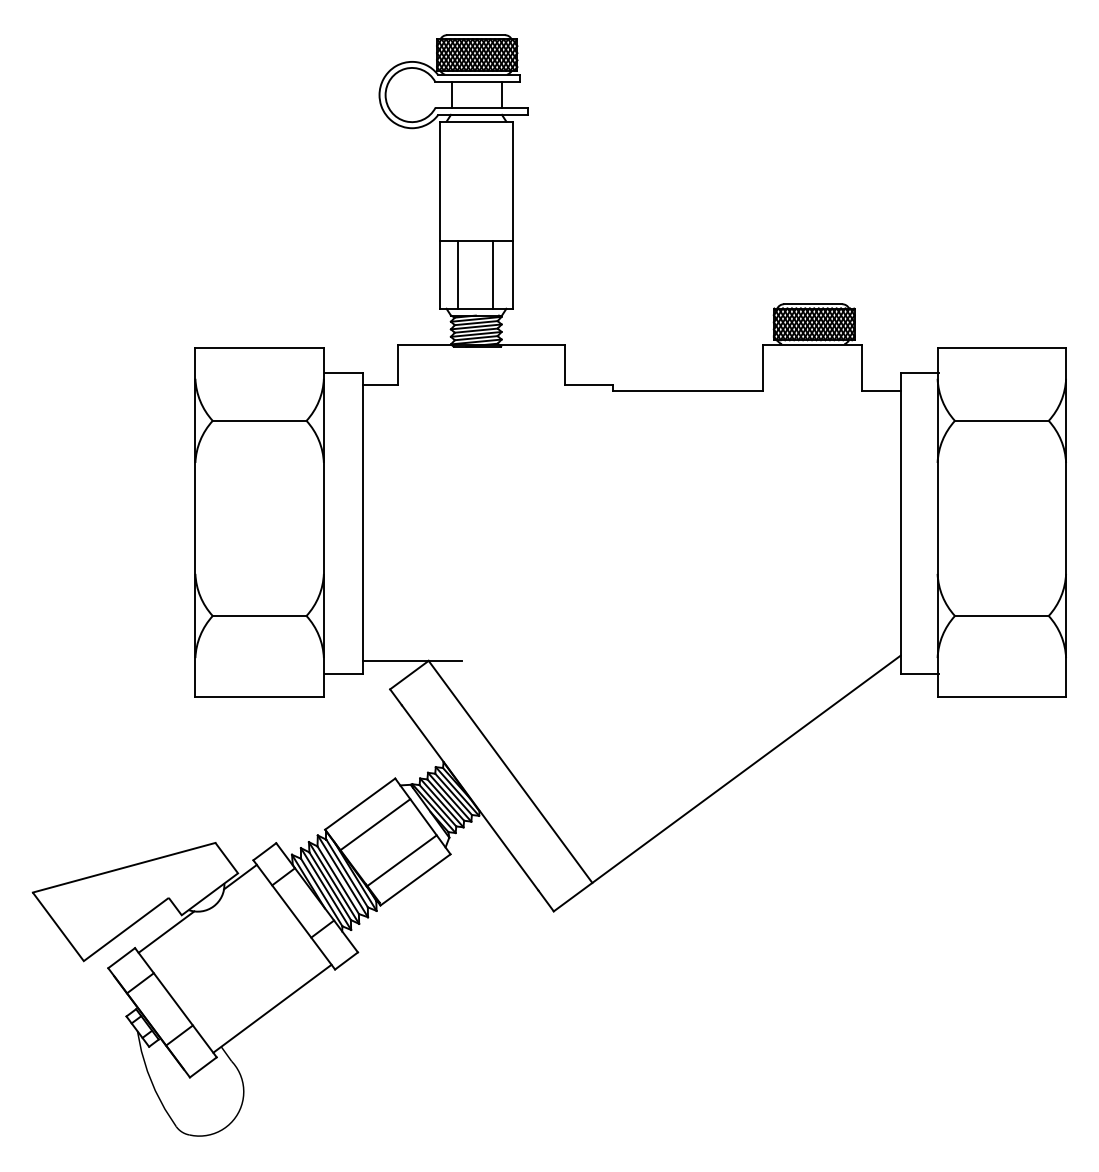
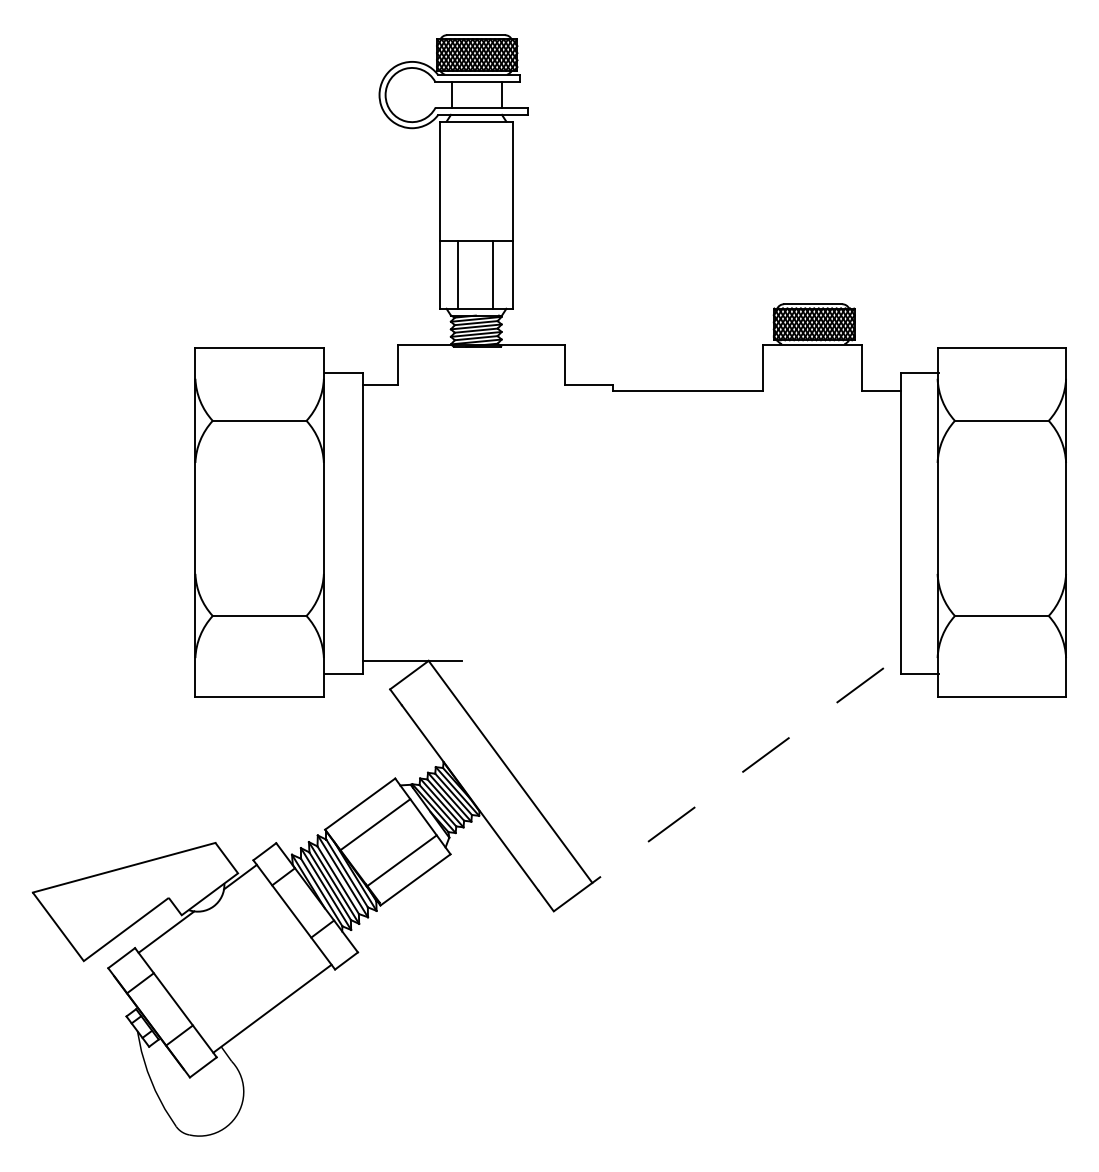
line at (727, 783): solid -> dashed
